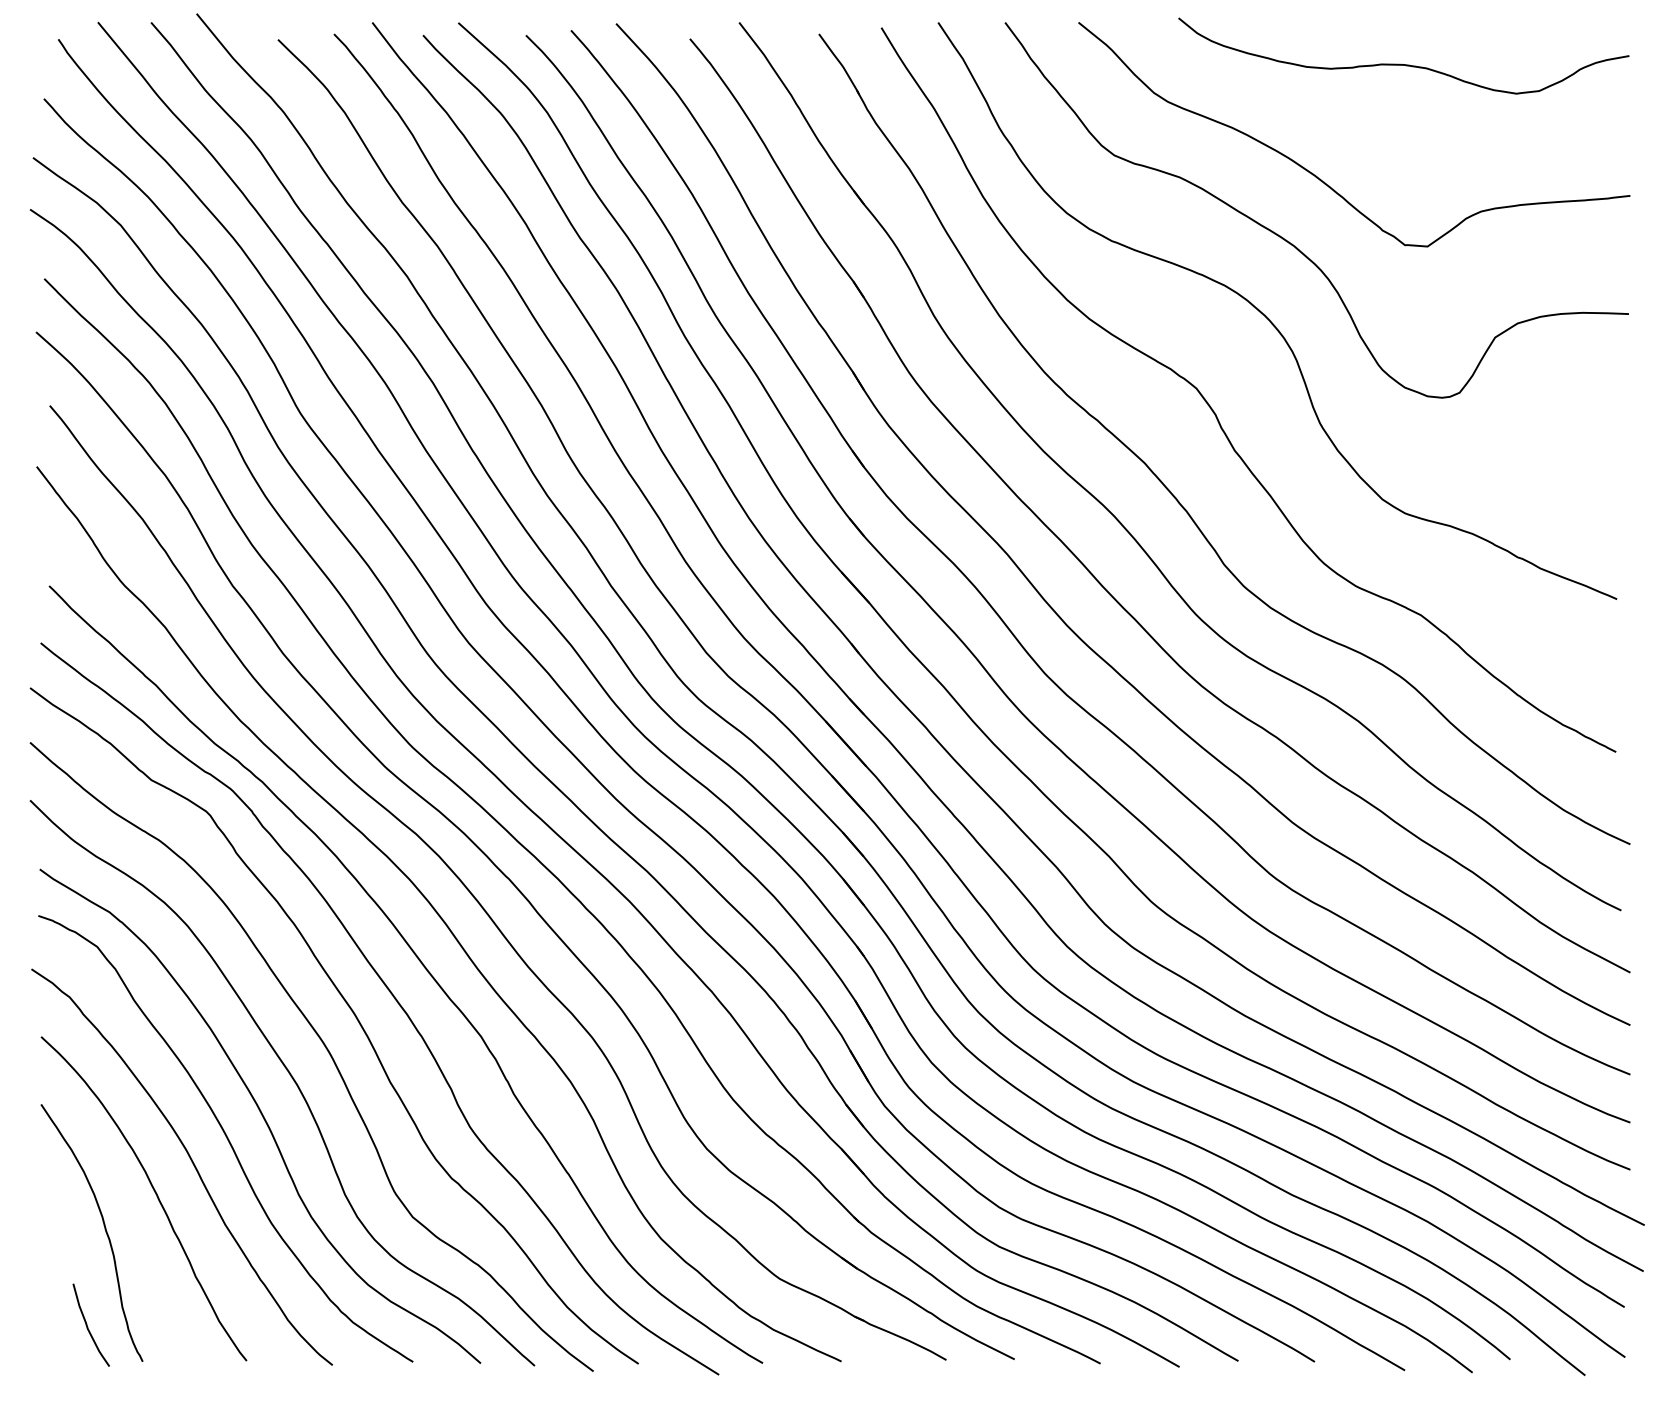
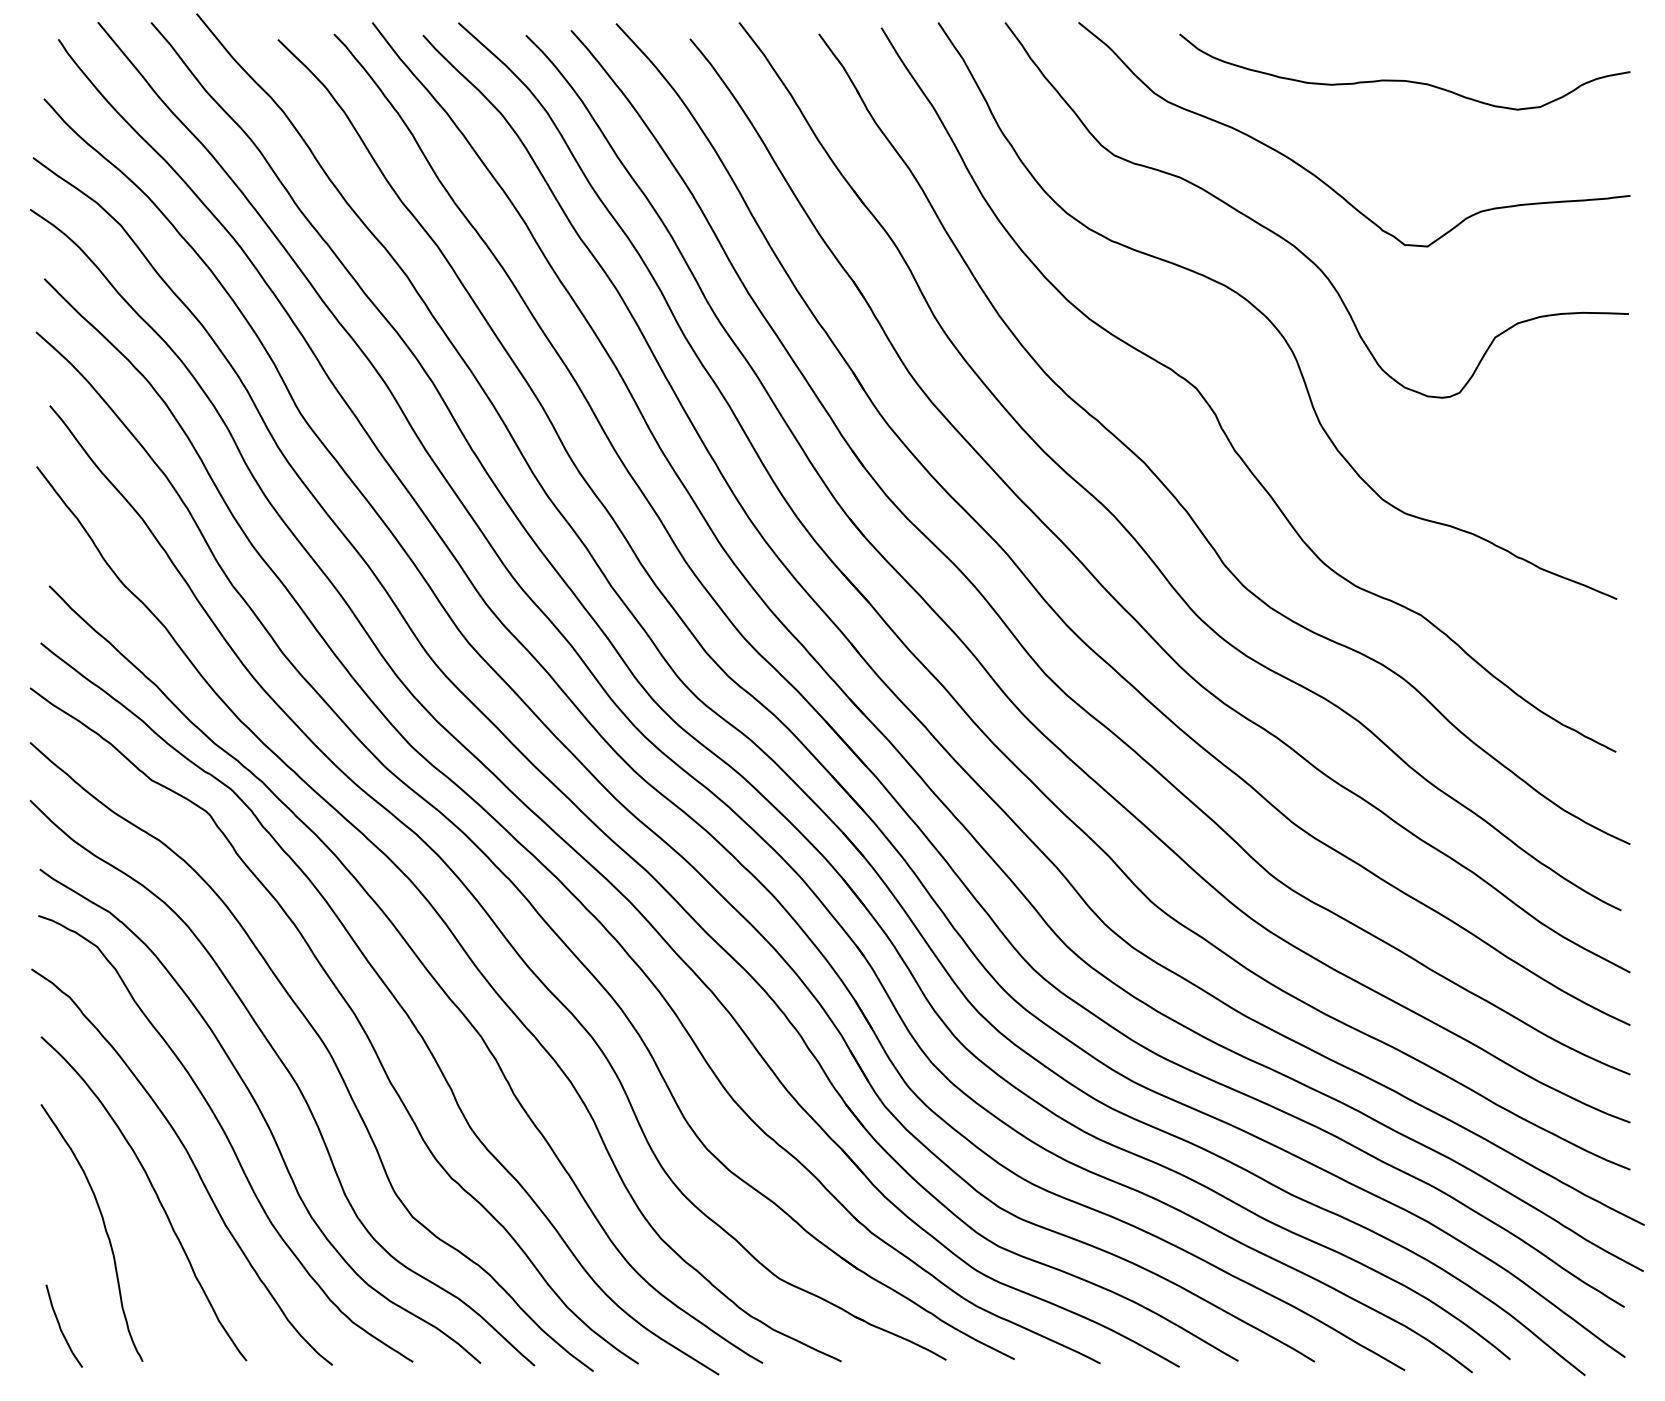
curve at (1400, 63) position: (1400, 63) -> (1401, 79)
curve at (87, 1324) position: (87, 1324) -> (60, 1325)
